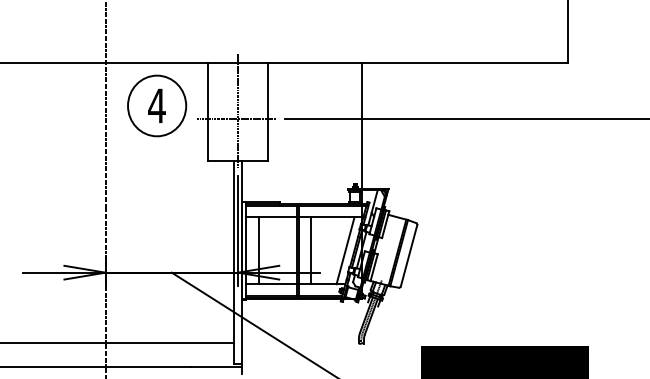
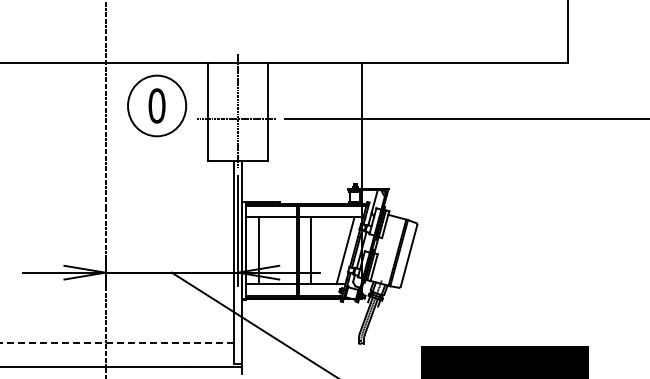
text at (156, 105): 4 -> 0
line at (116, 343): solid -> dashed
